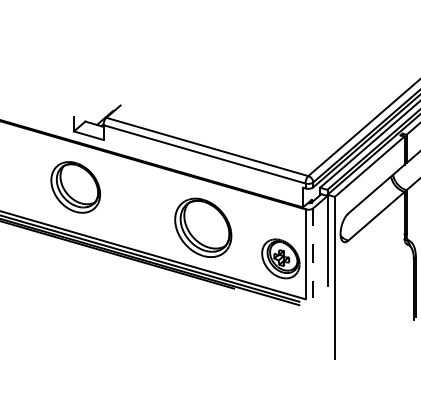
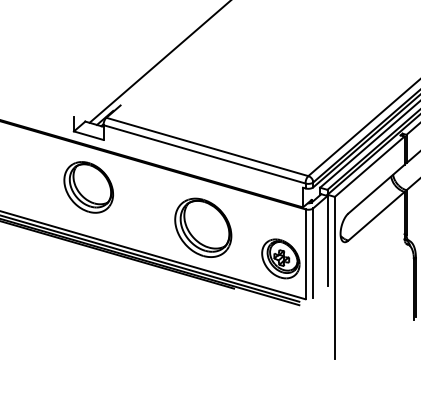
line at (158, 62): none -> present
part at (75, 187) position: (75, 187) -> (88, 187)
line at (313, 253): dashed -> solid
